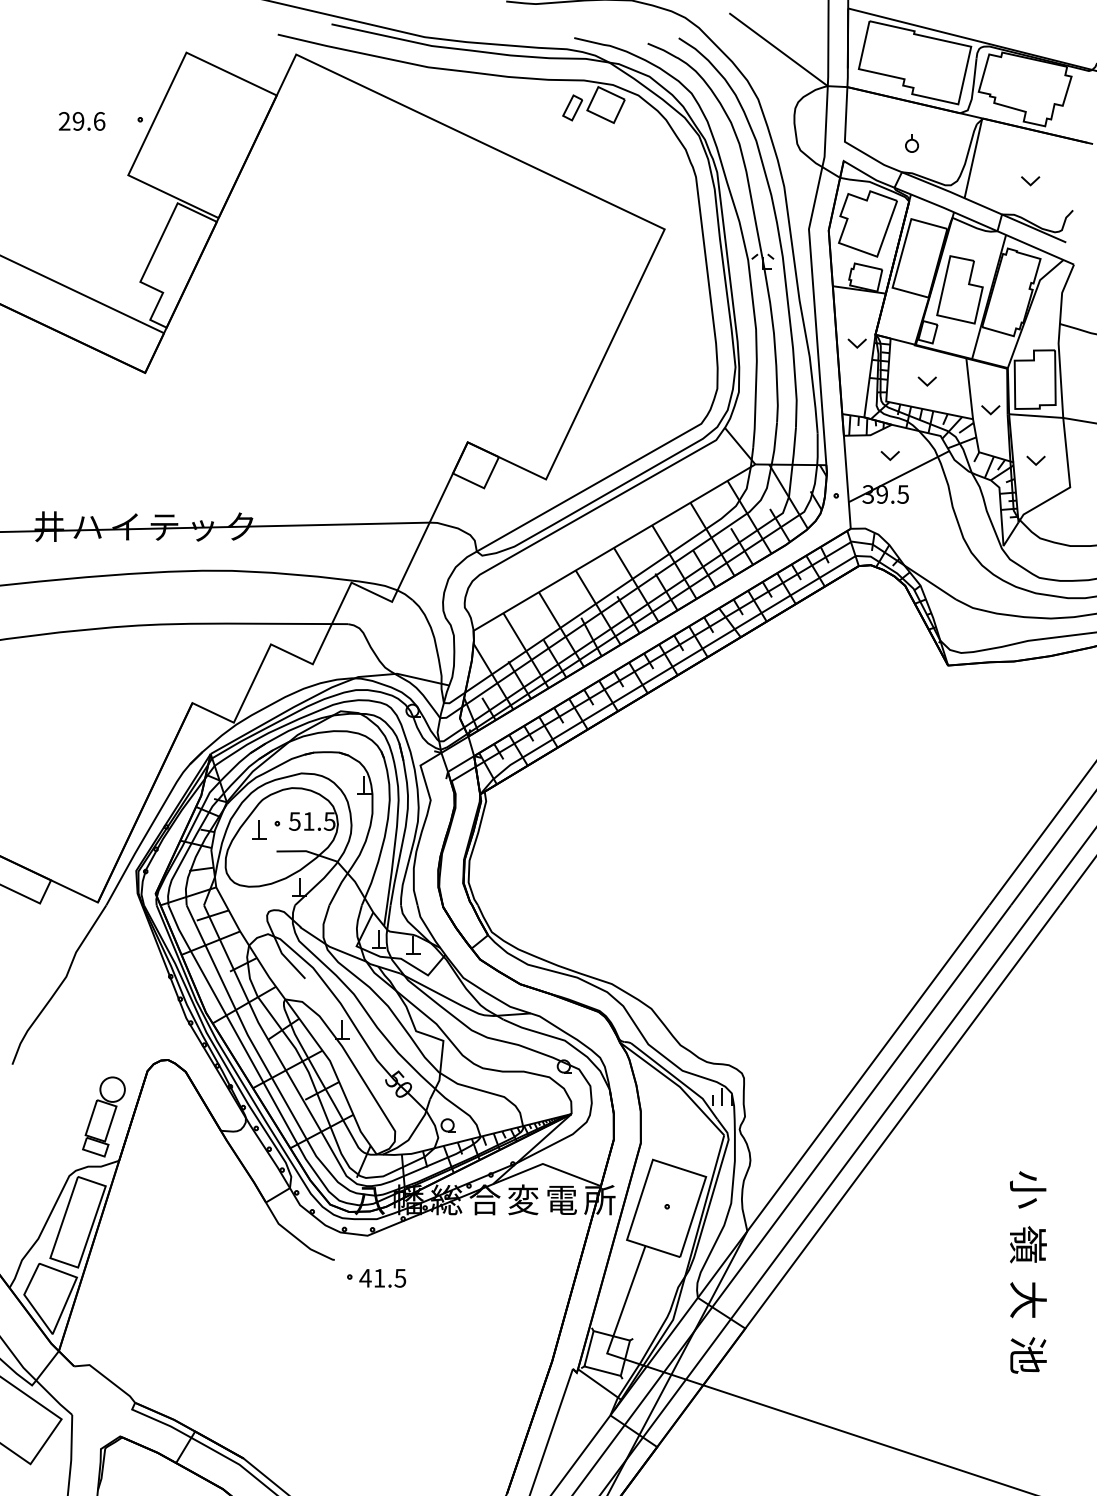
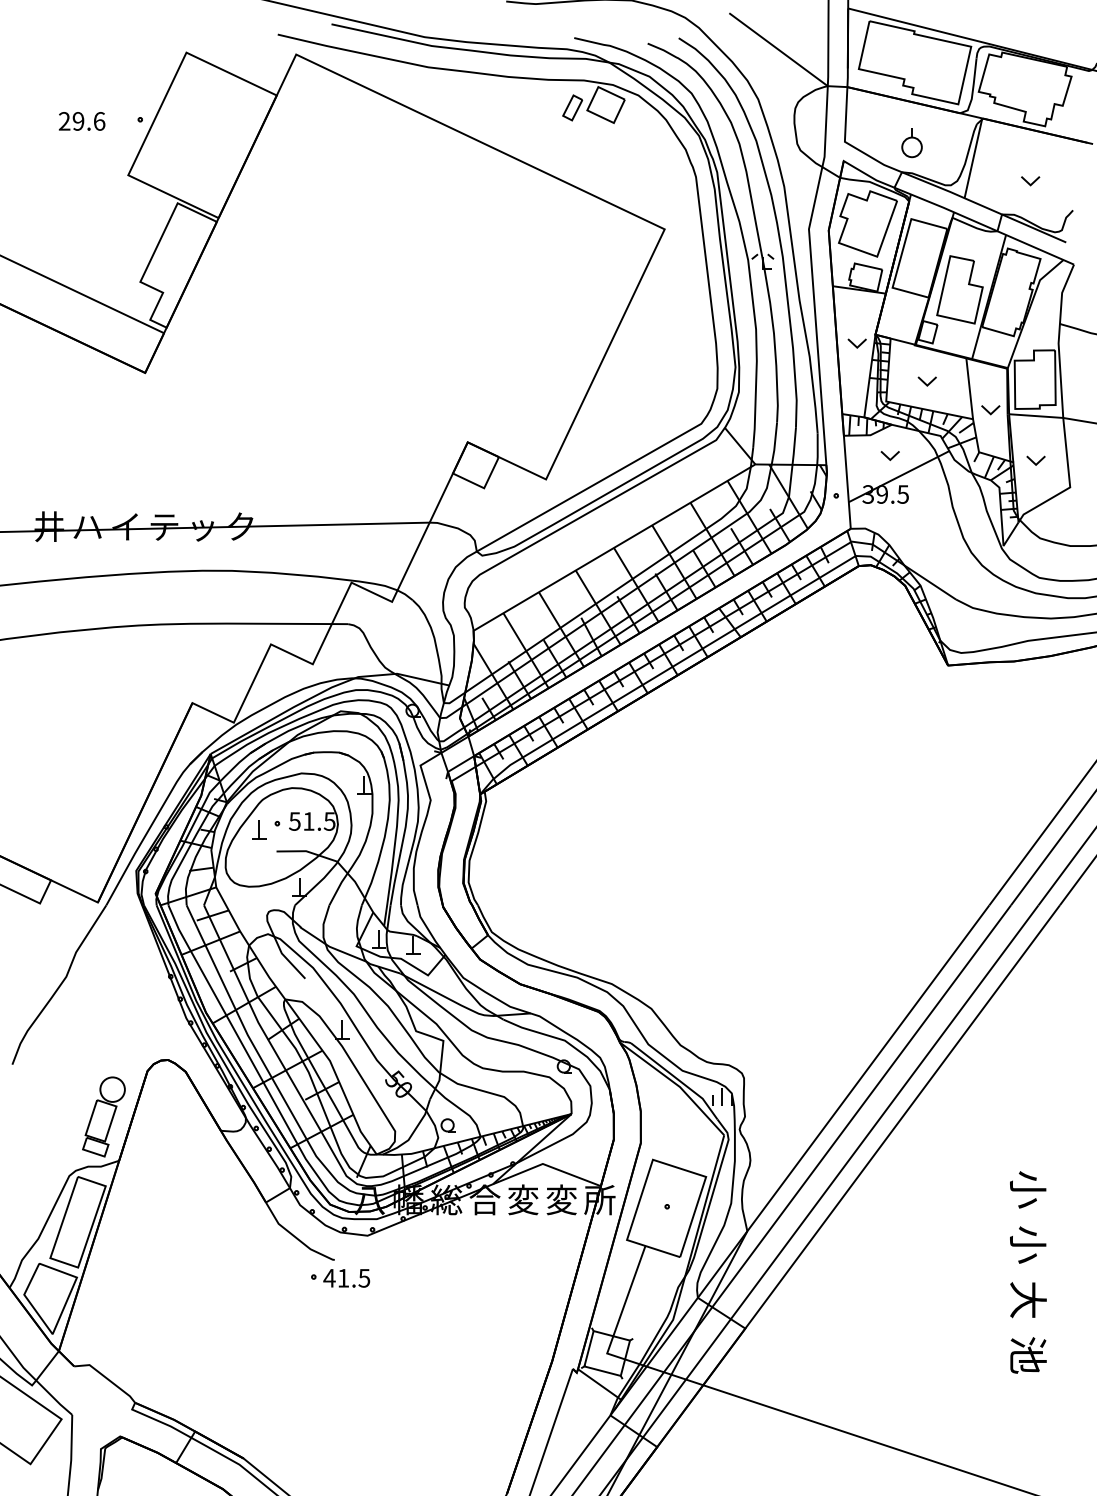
part at (911, 143) size: 14x19 px -> 22x31 px
text at (561, 1199): 電 -> 変
text at (1028, 1244): 嶺 -> 小
part at (376, 1278) position: (376, 1278) -> (340, 1278)
